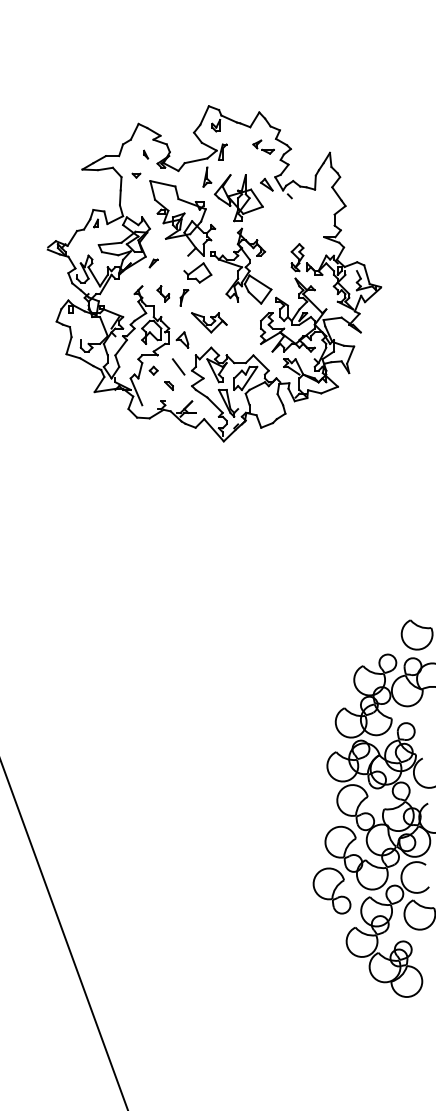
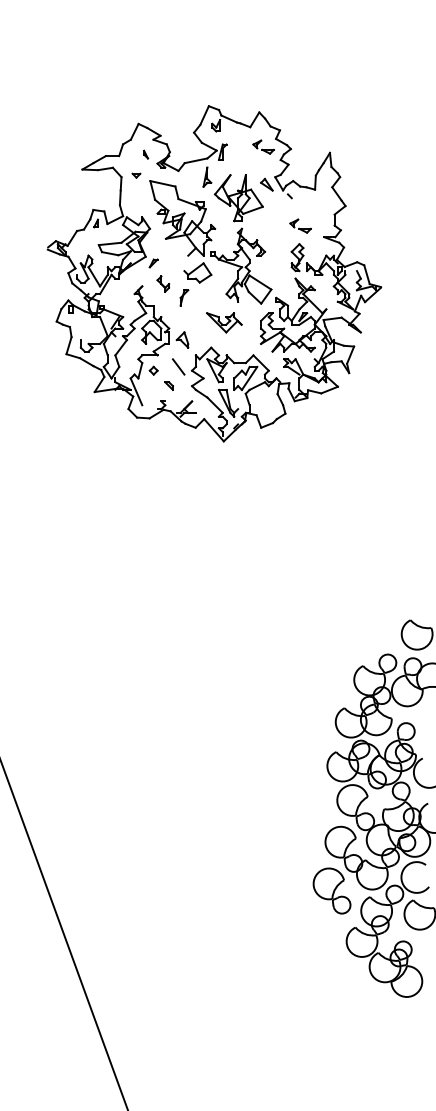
part at (300, 225): none -> present
part at (163, 293) position: (163, 293) -> (163, 283)
part at (209, 322) position: (209, 322) -> (224, 322)
